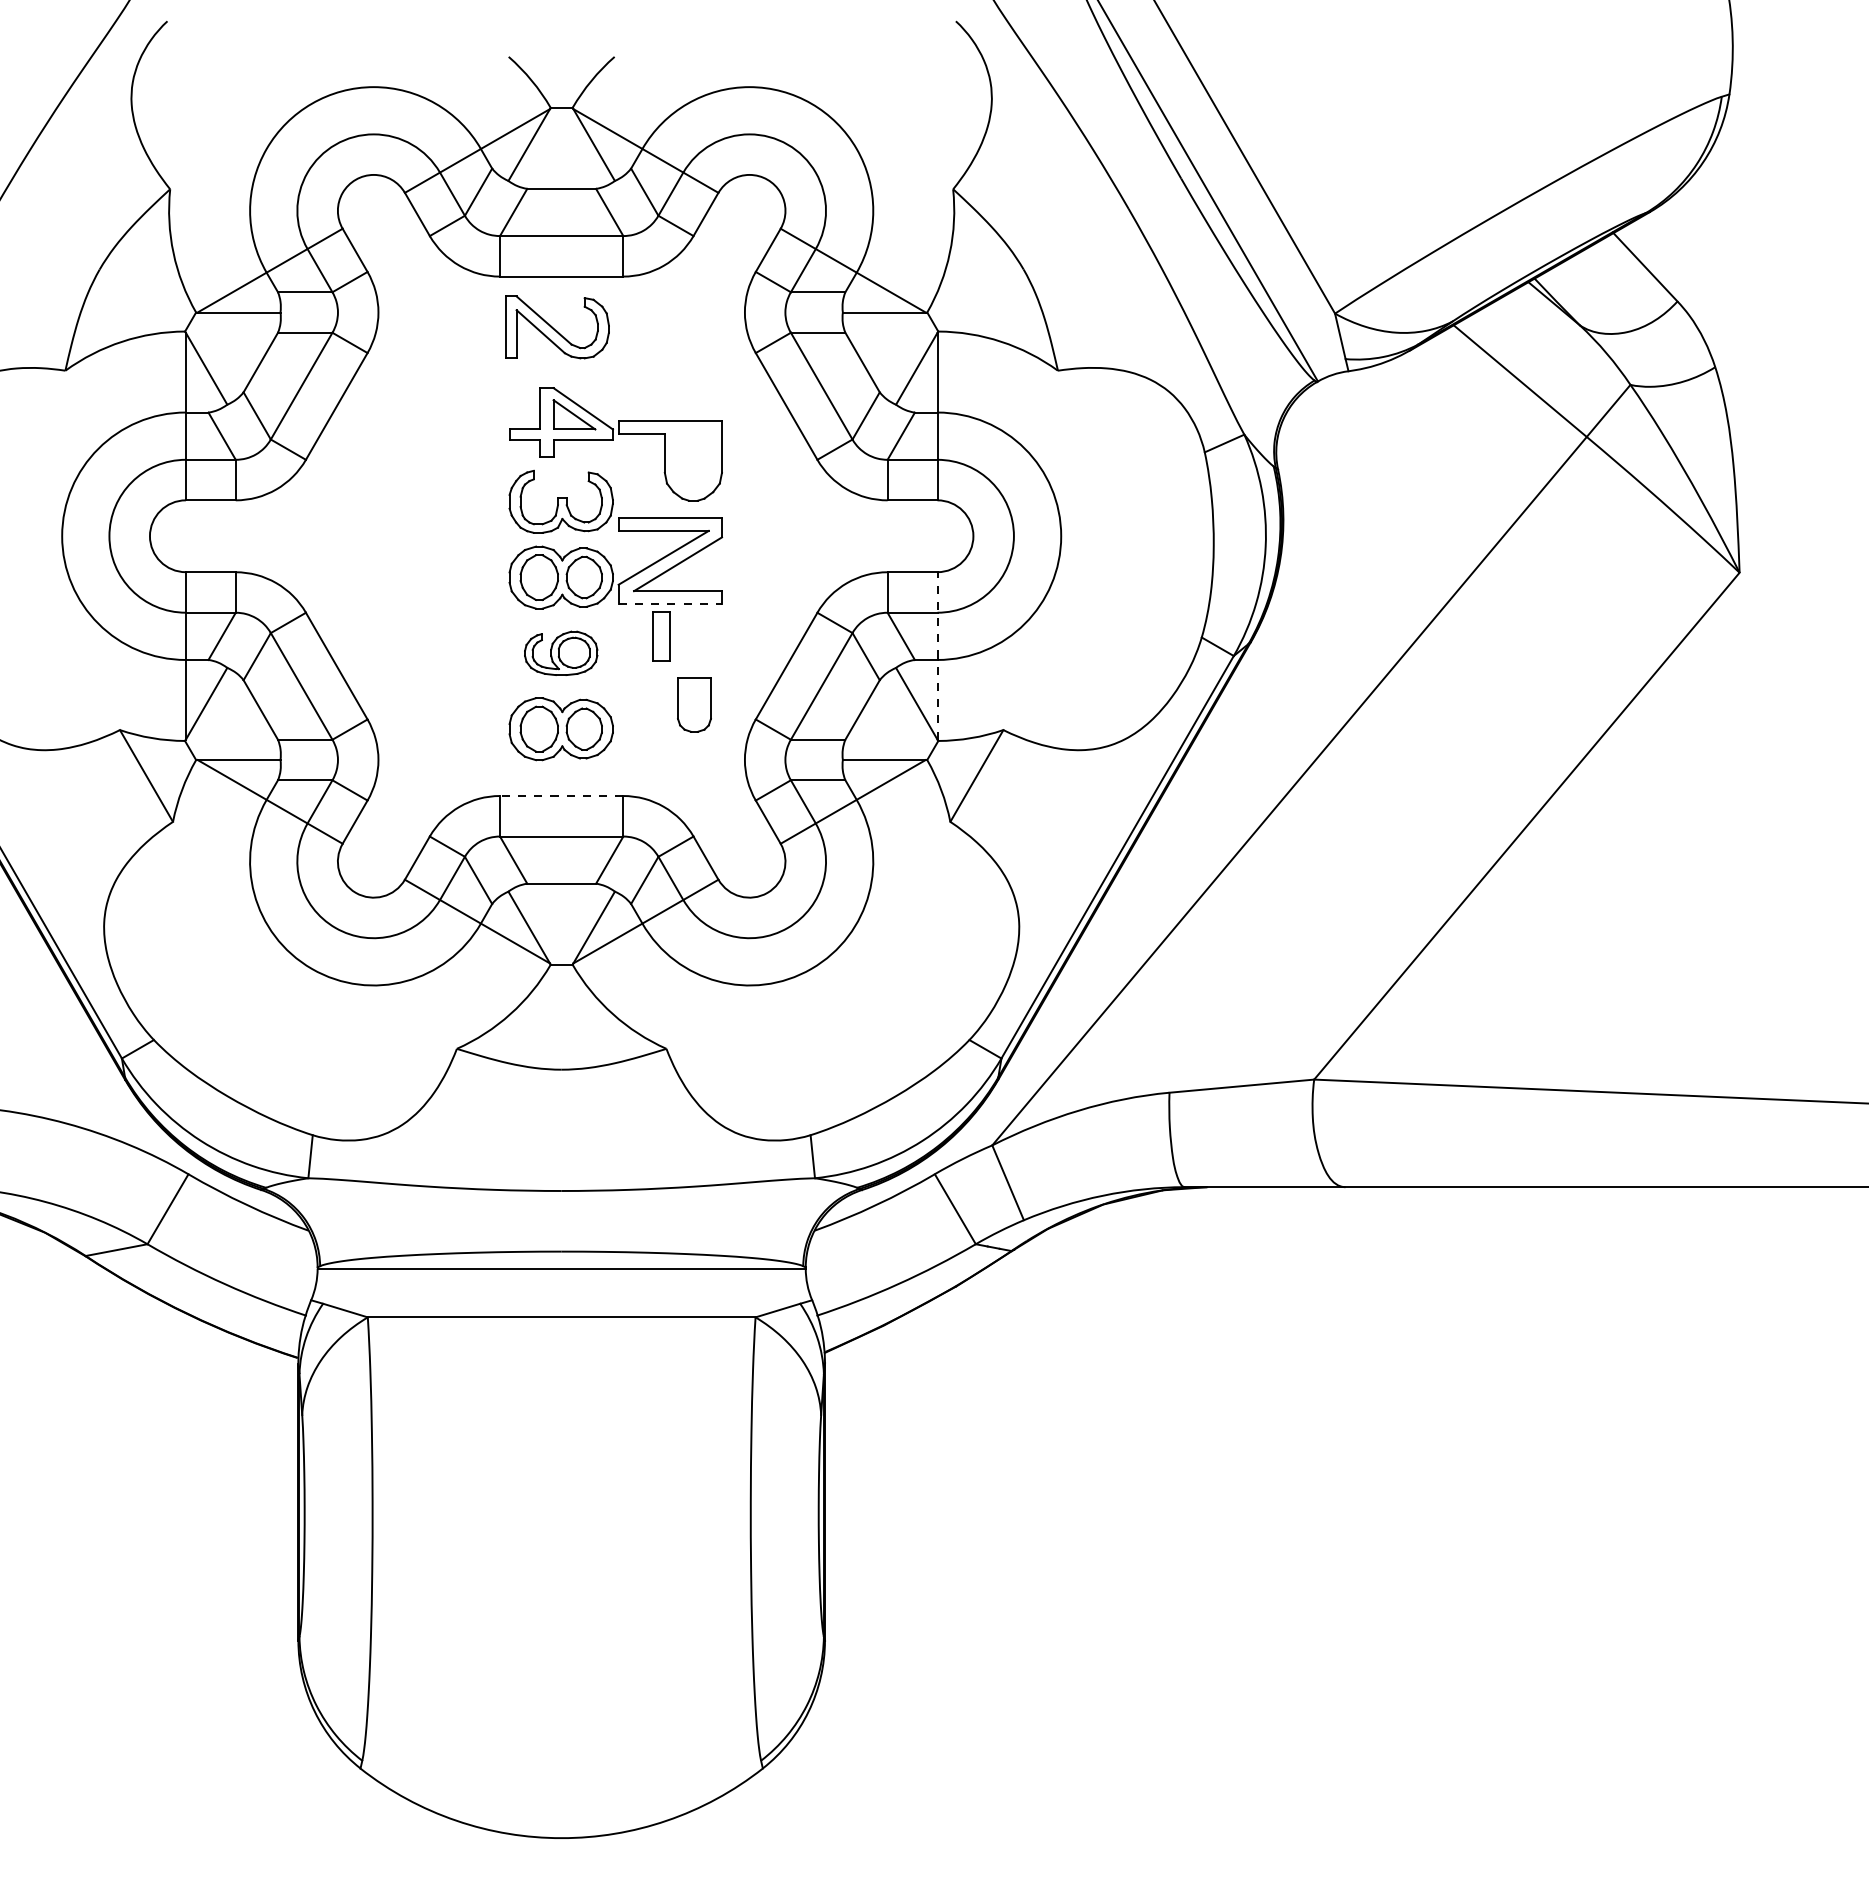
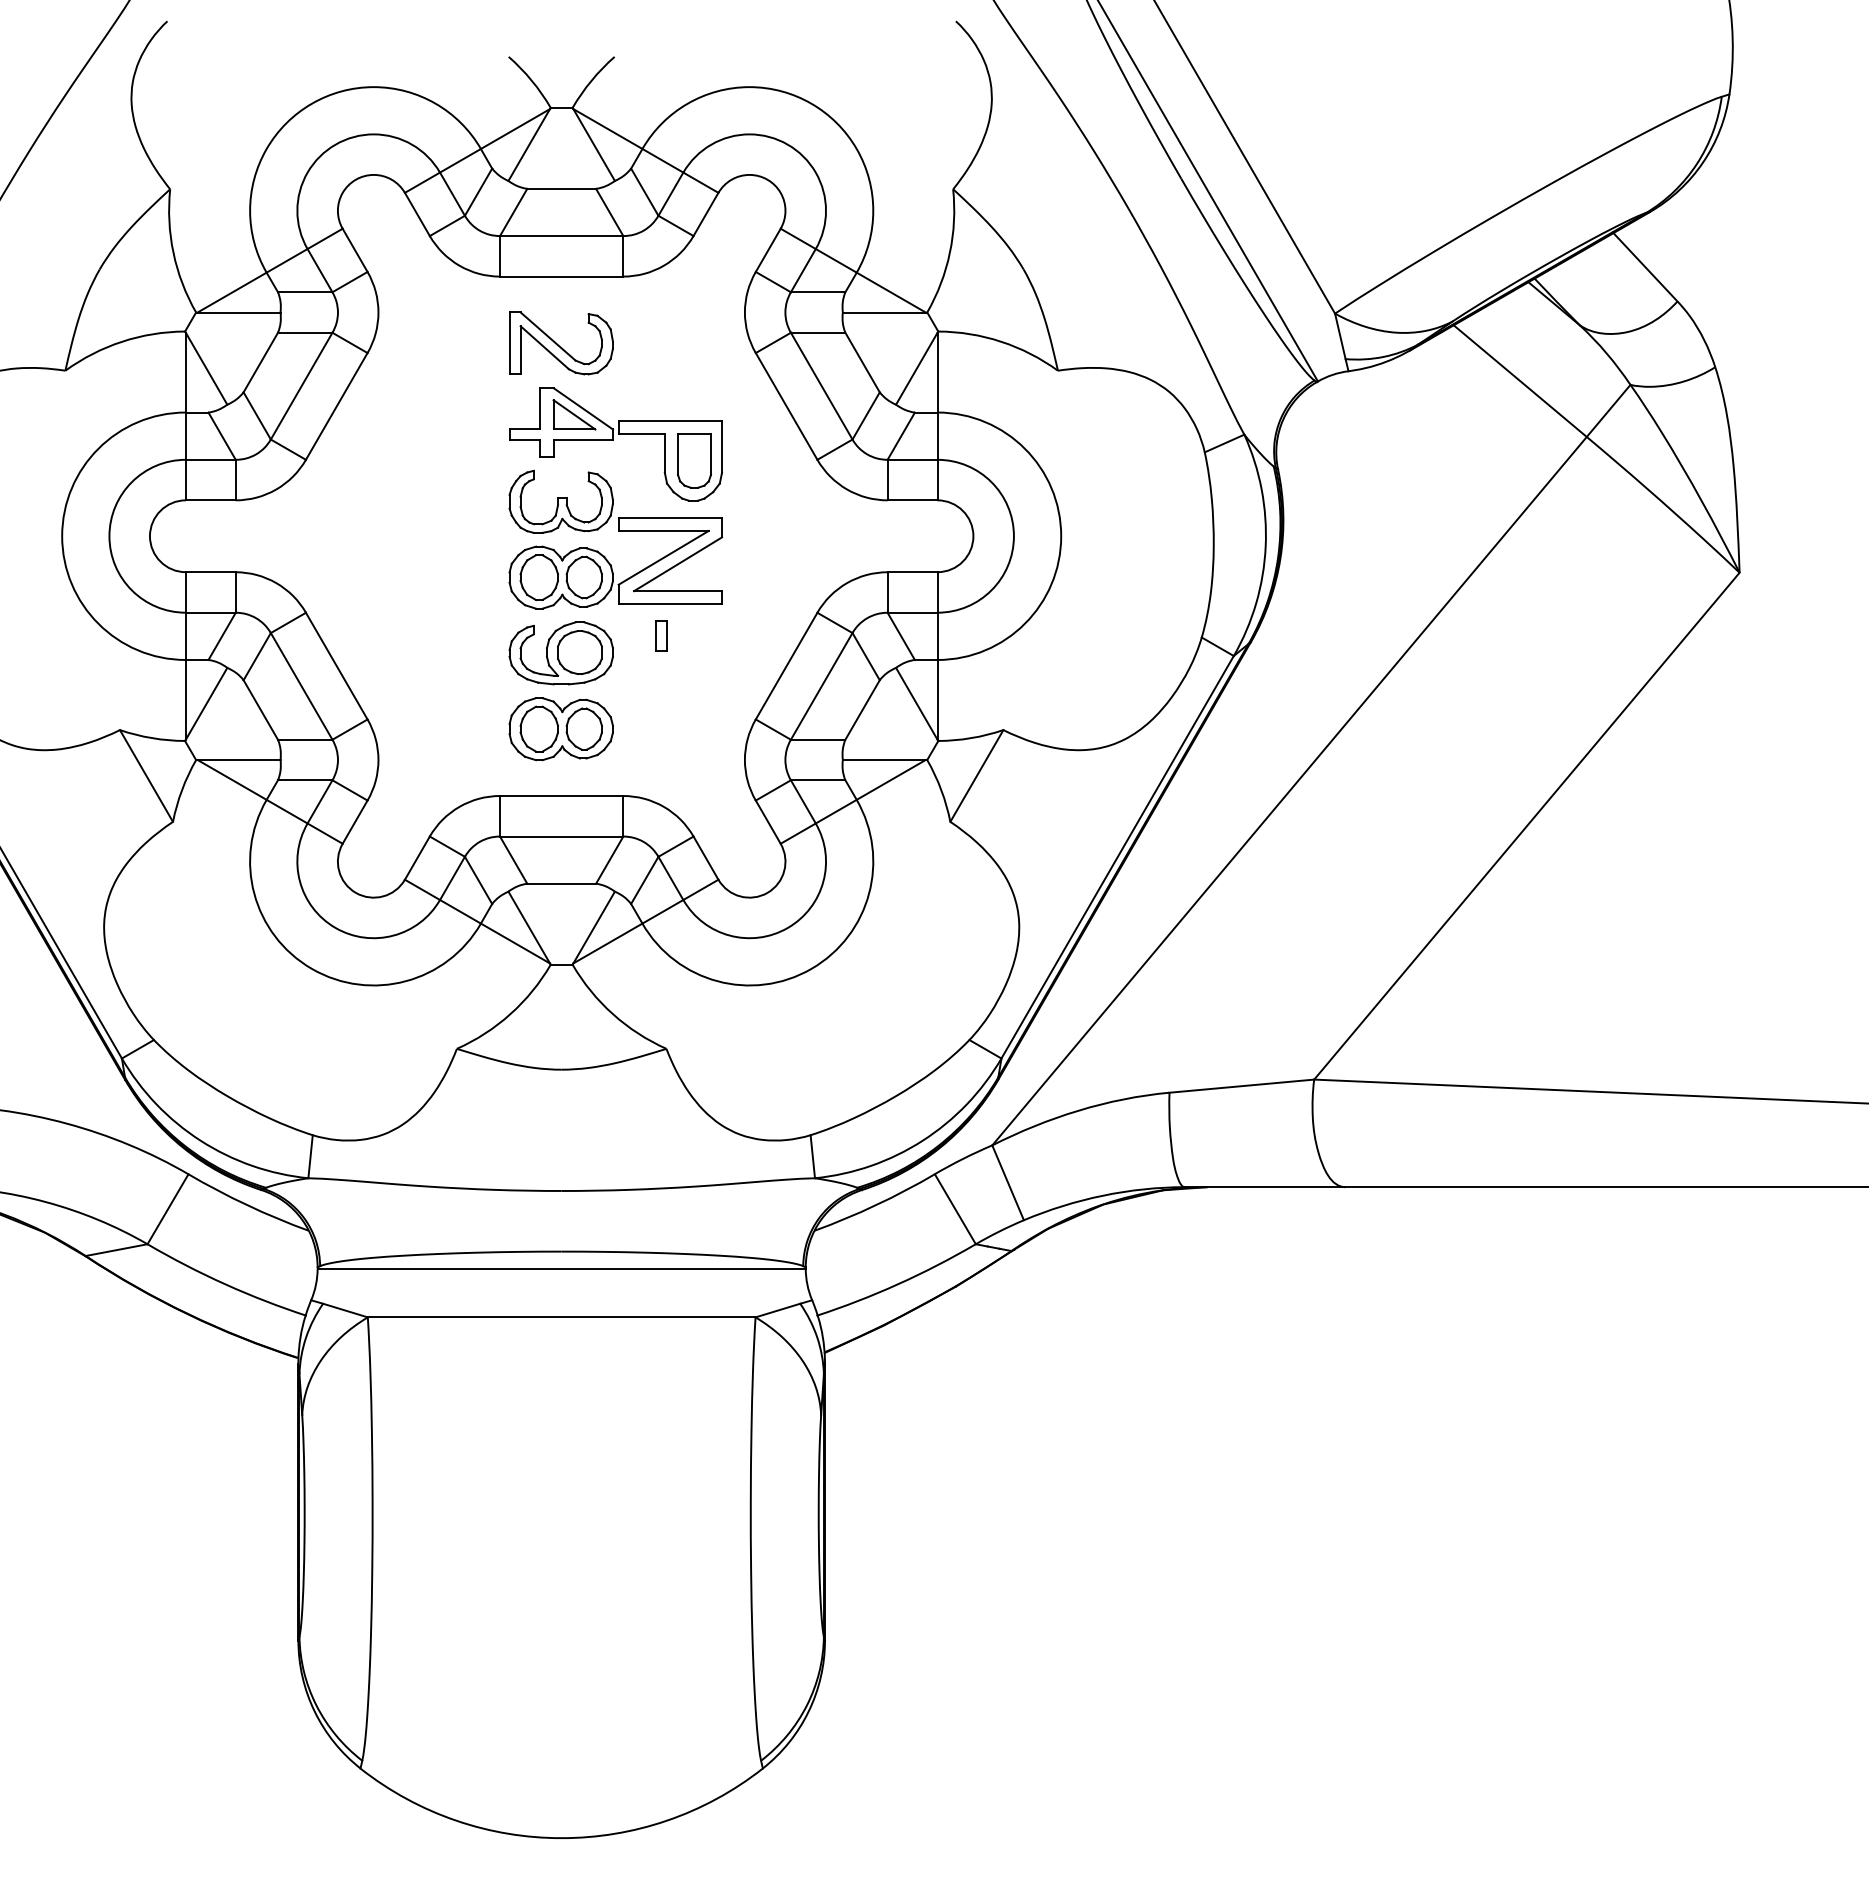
part at (557, 327) position: (557, 327) -> (561, 343)
line at (670, 604): dashed -> solid
part at (661, 636) size: 19x51 px -> 13x32 px
part at (561, 652) size: 75x46 px -> 106x65 px
line at (937, 655): dashed -> solid
part at (694, 704) position: (694, 704) -> (694, 460)
line at (561, 796): dashed -> solid
